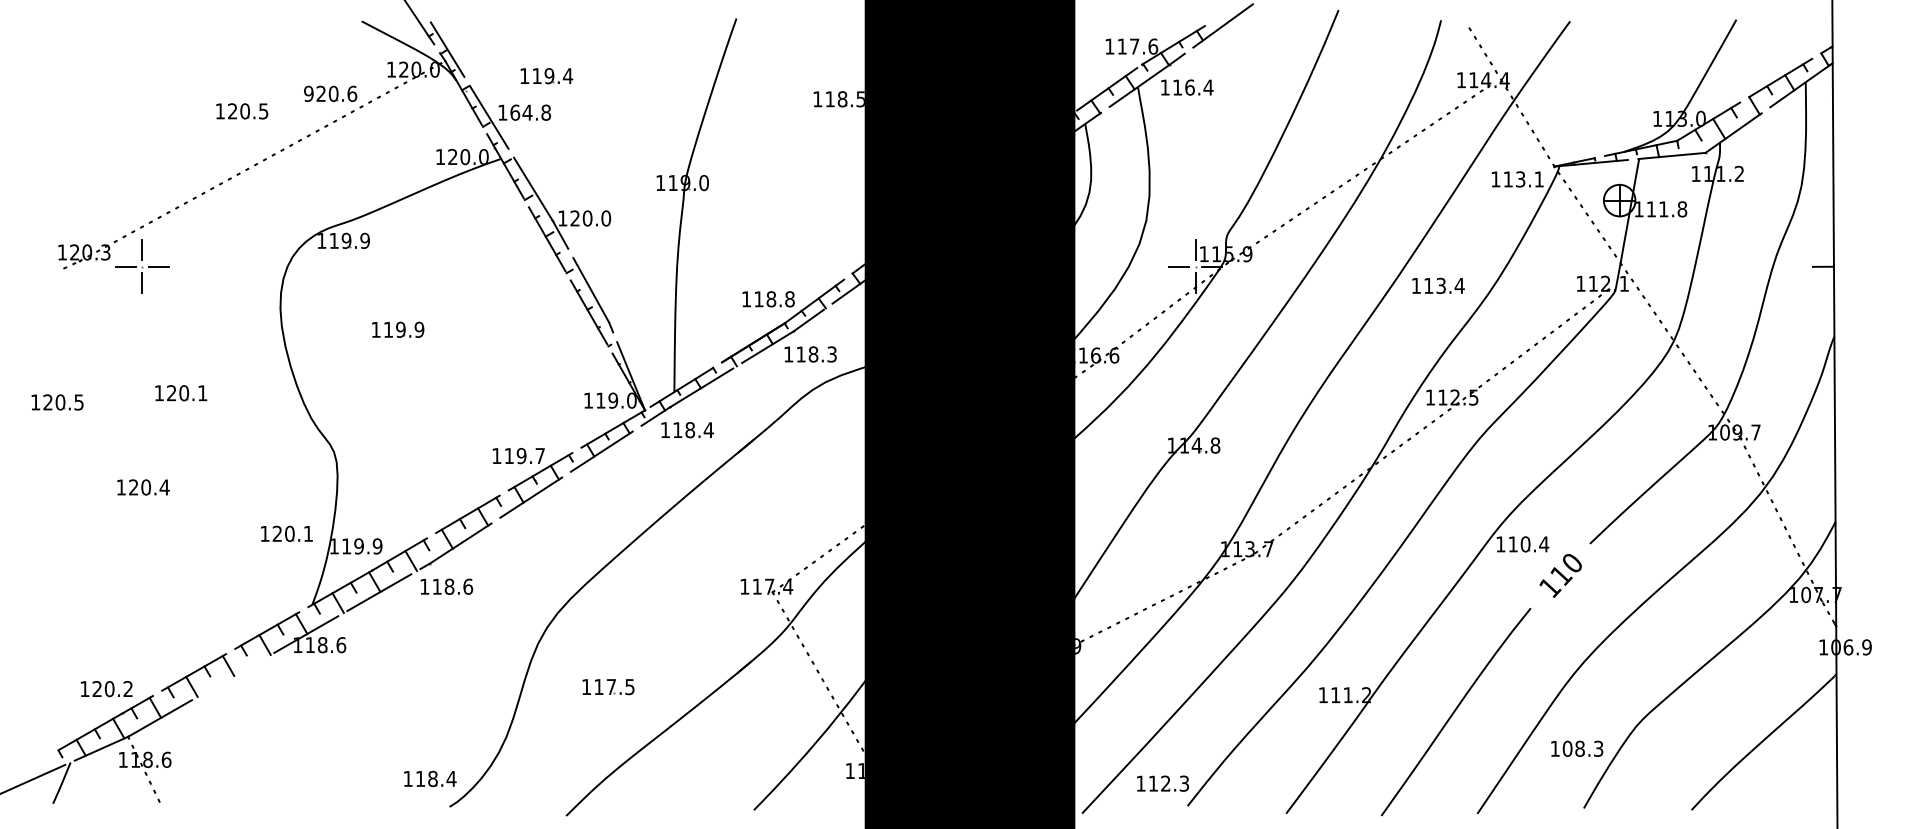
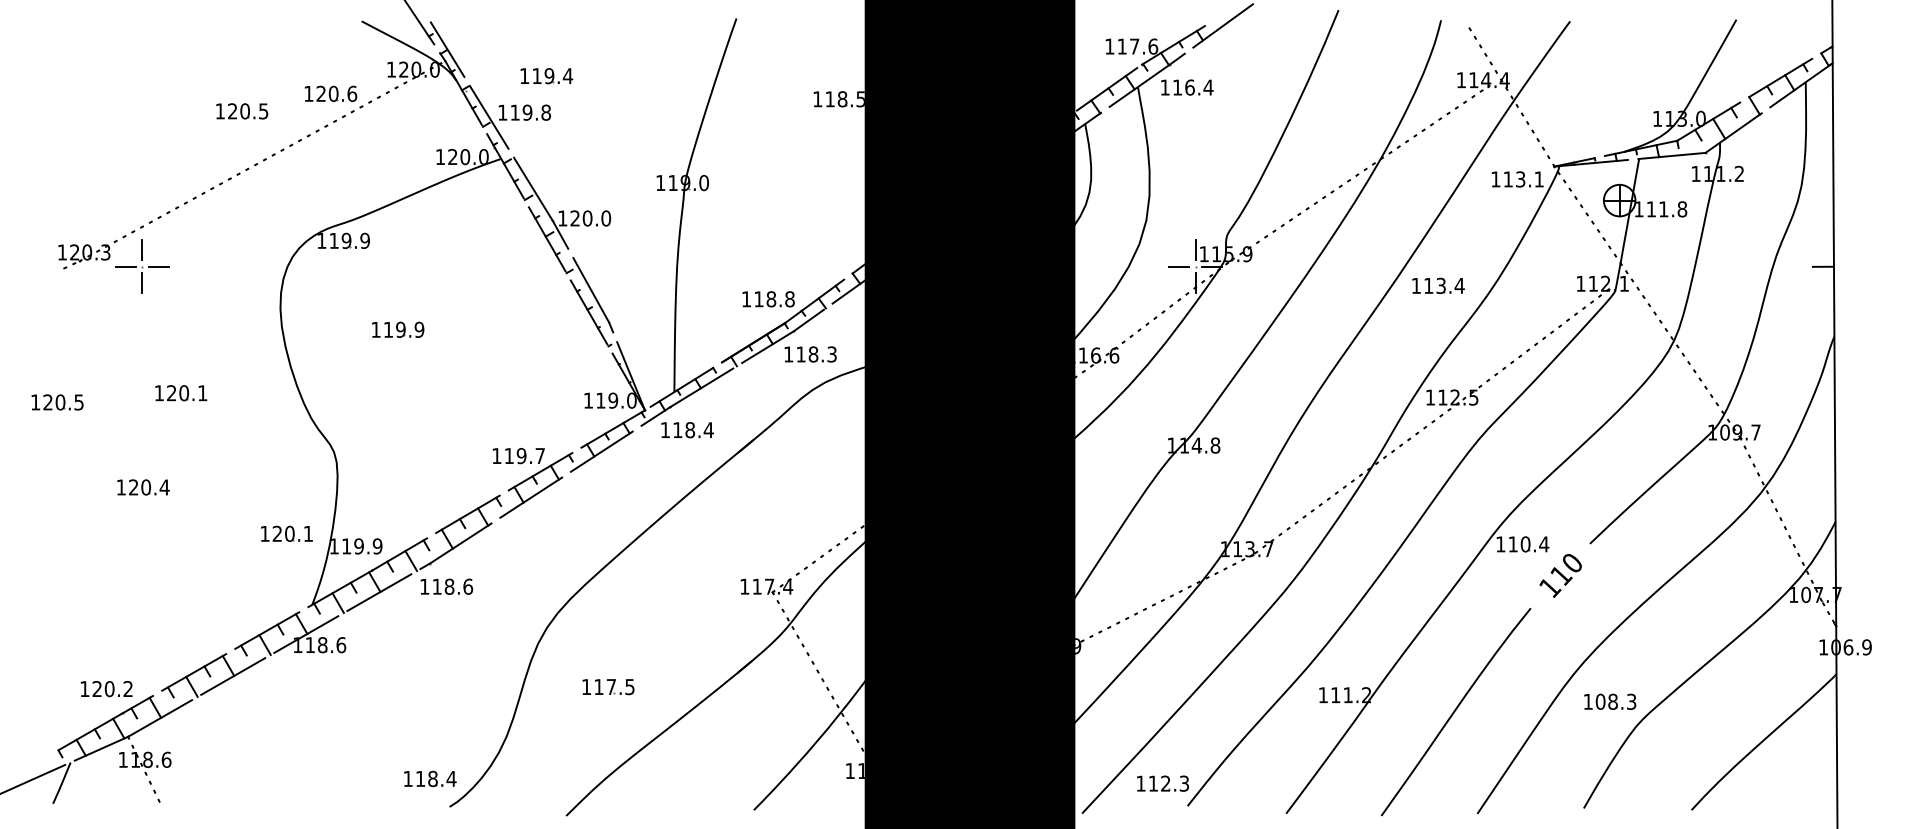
text at (308, 93): 920.6 -> 120.6
text at (521, 112): 164.8 -> 119.8
line at (233, 676): none -> present
part at (1577, 748) position: (1577, 748) -> (1610, 701)
